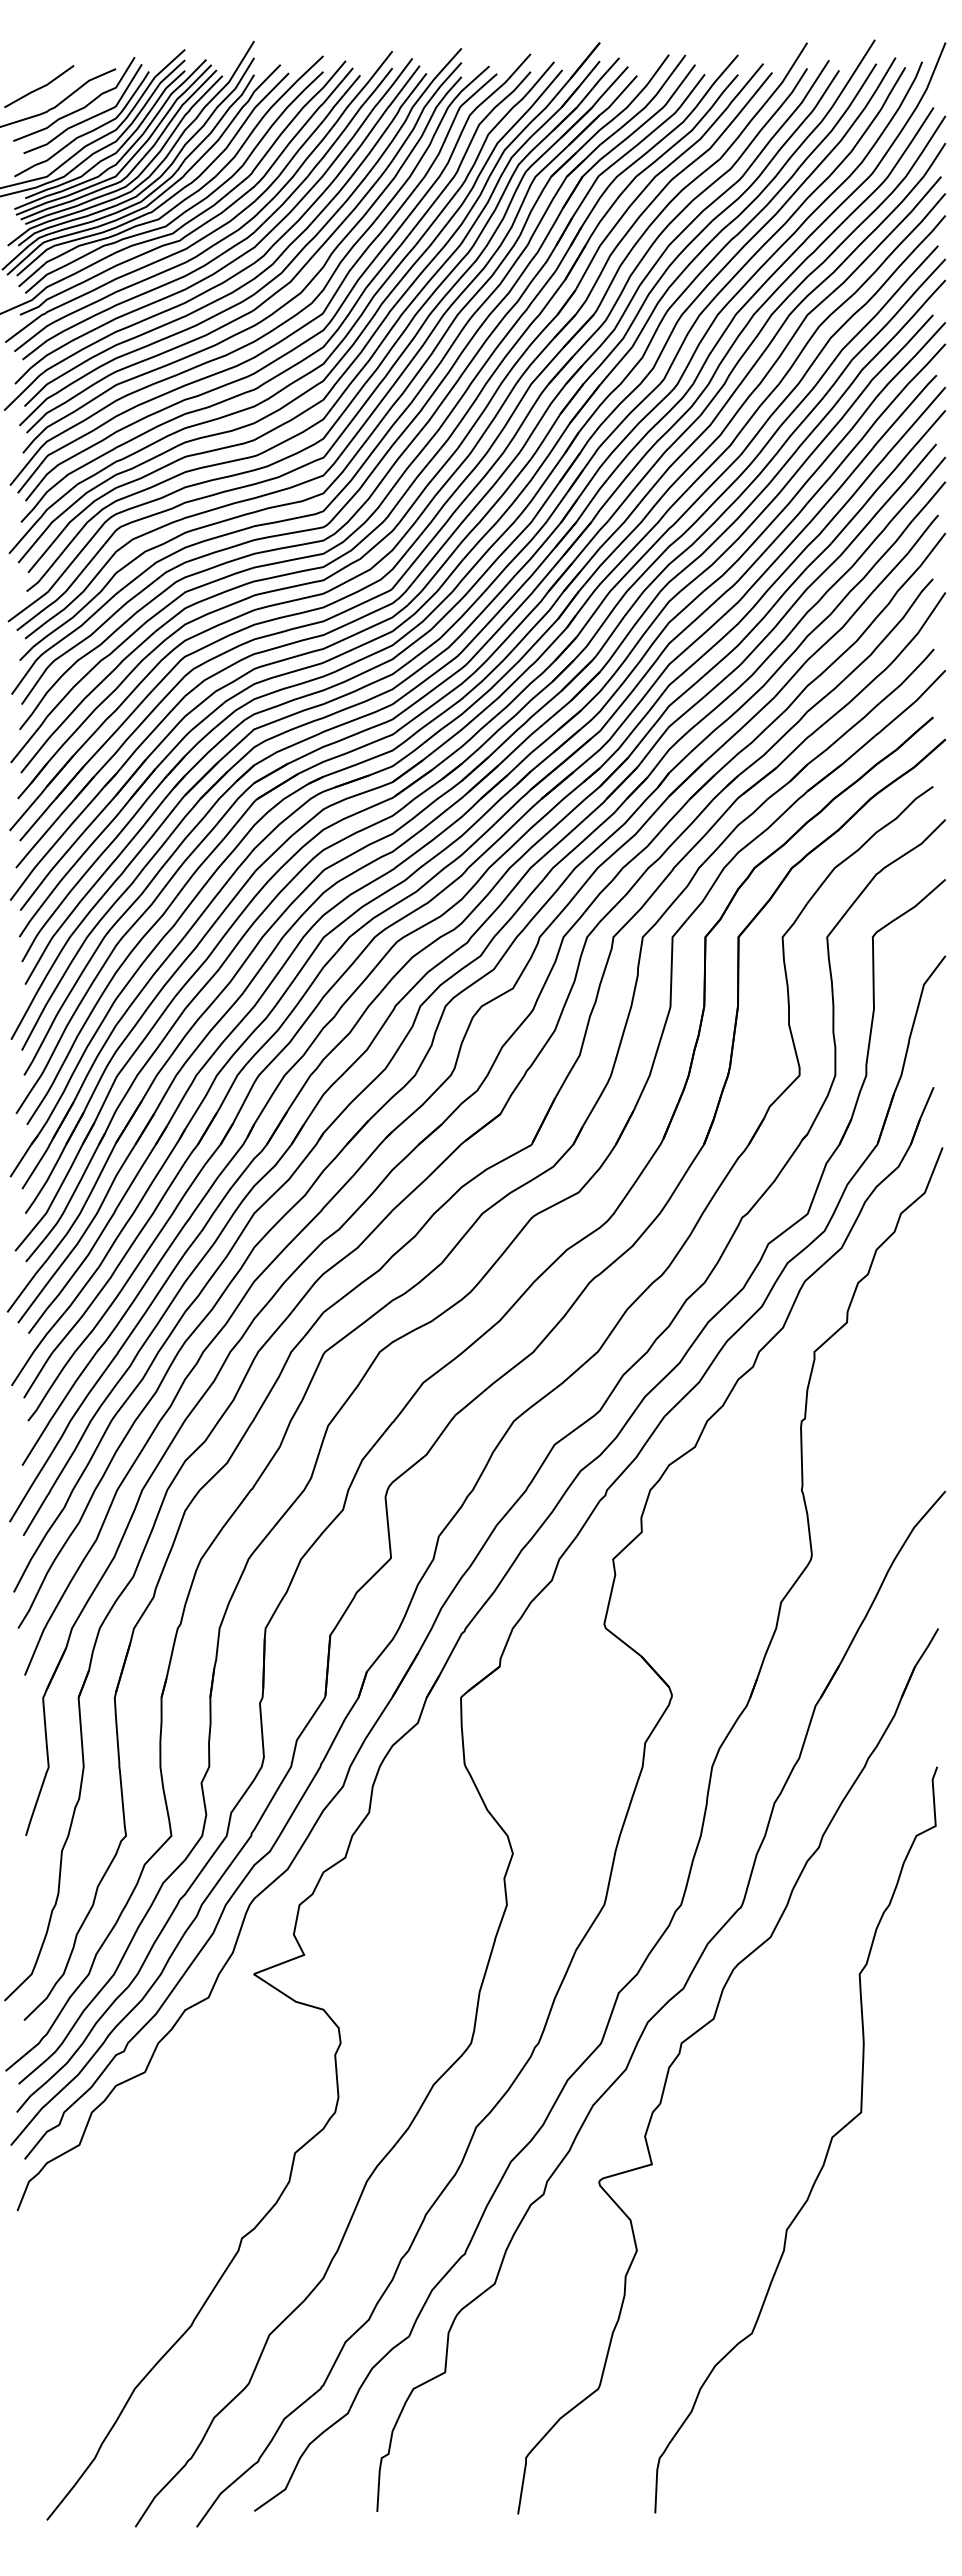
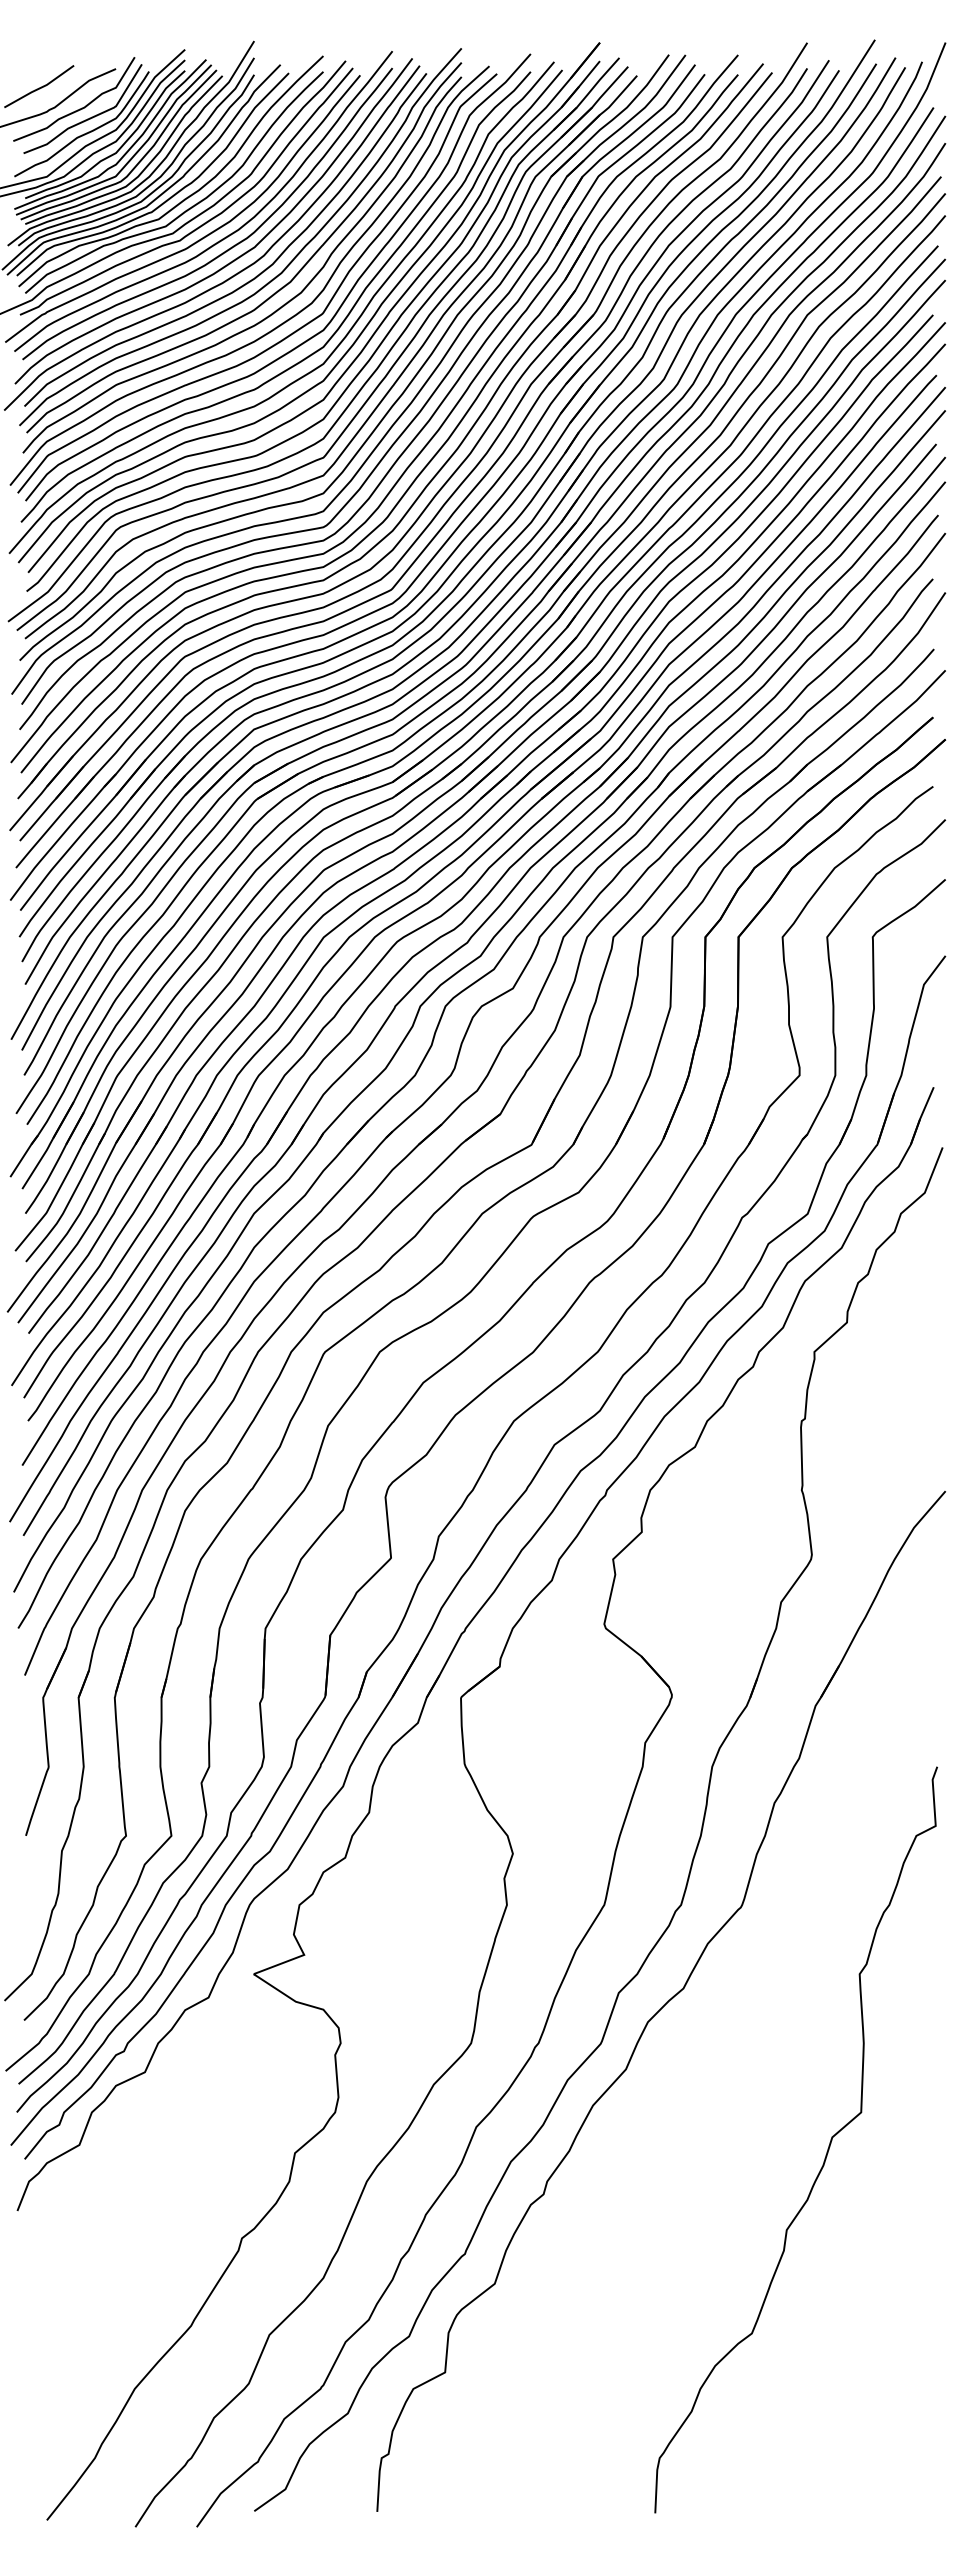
part at (696, 2033): present -> none
